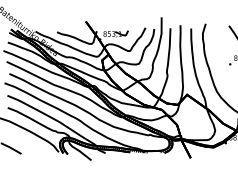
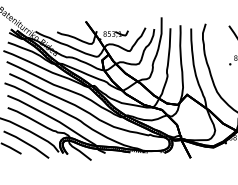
line at (26, 144): none -> present
